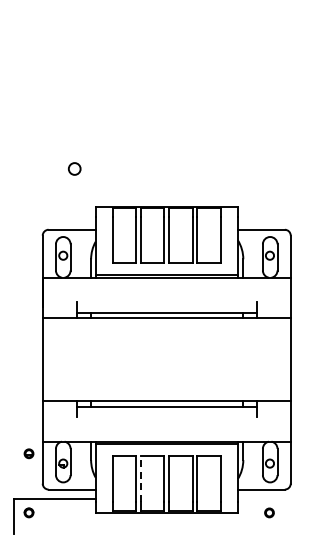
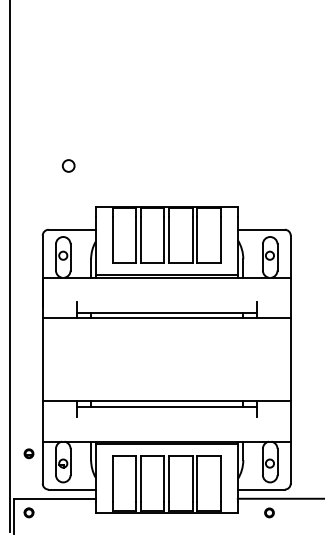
circle at (74, 168) position: (74, 168) -> (68, 165)
line at (9, 267): none -> present
line at (140, 479): dashed -> solid
line at (279, 498): none -> present
